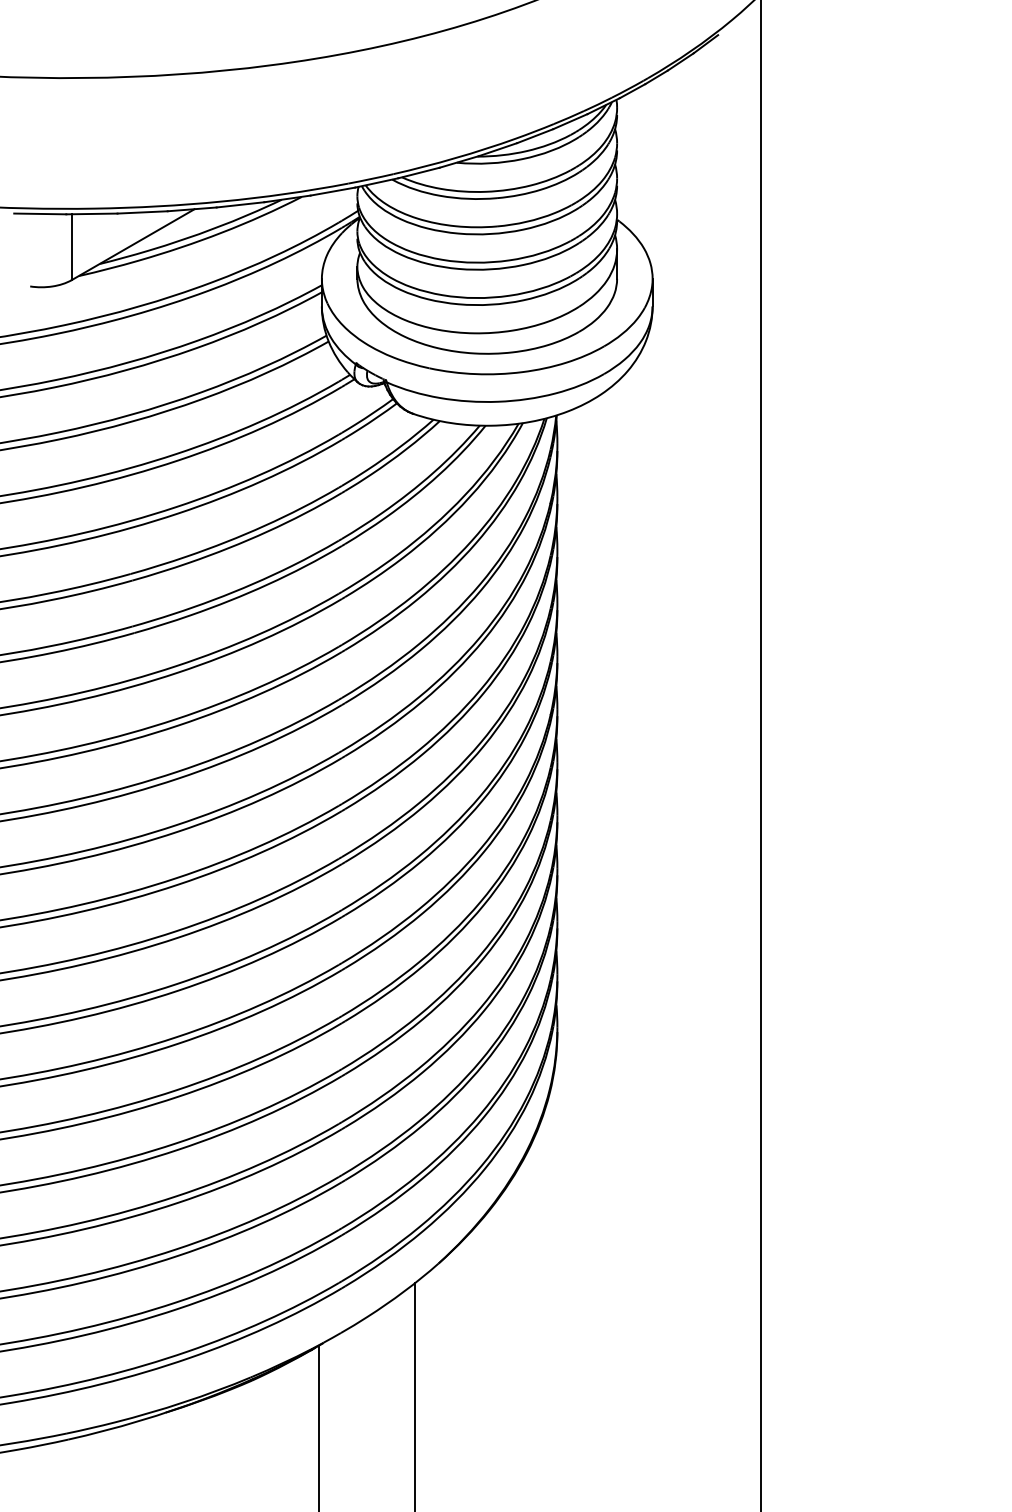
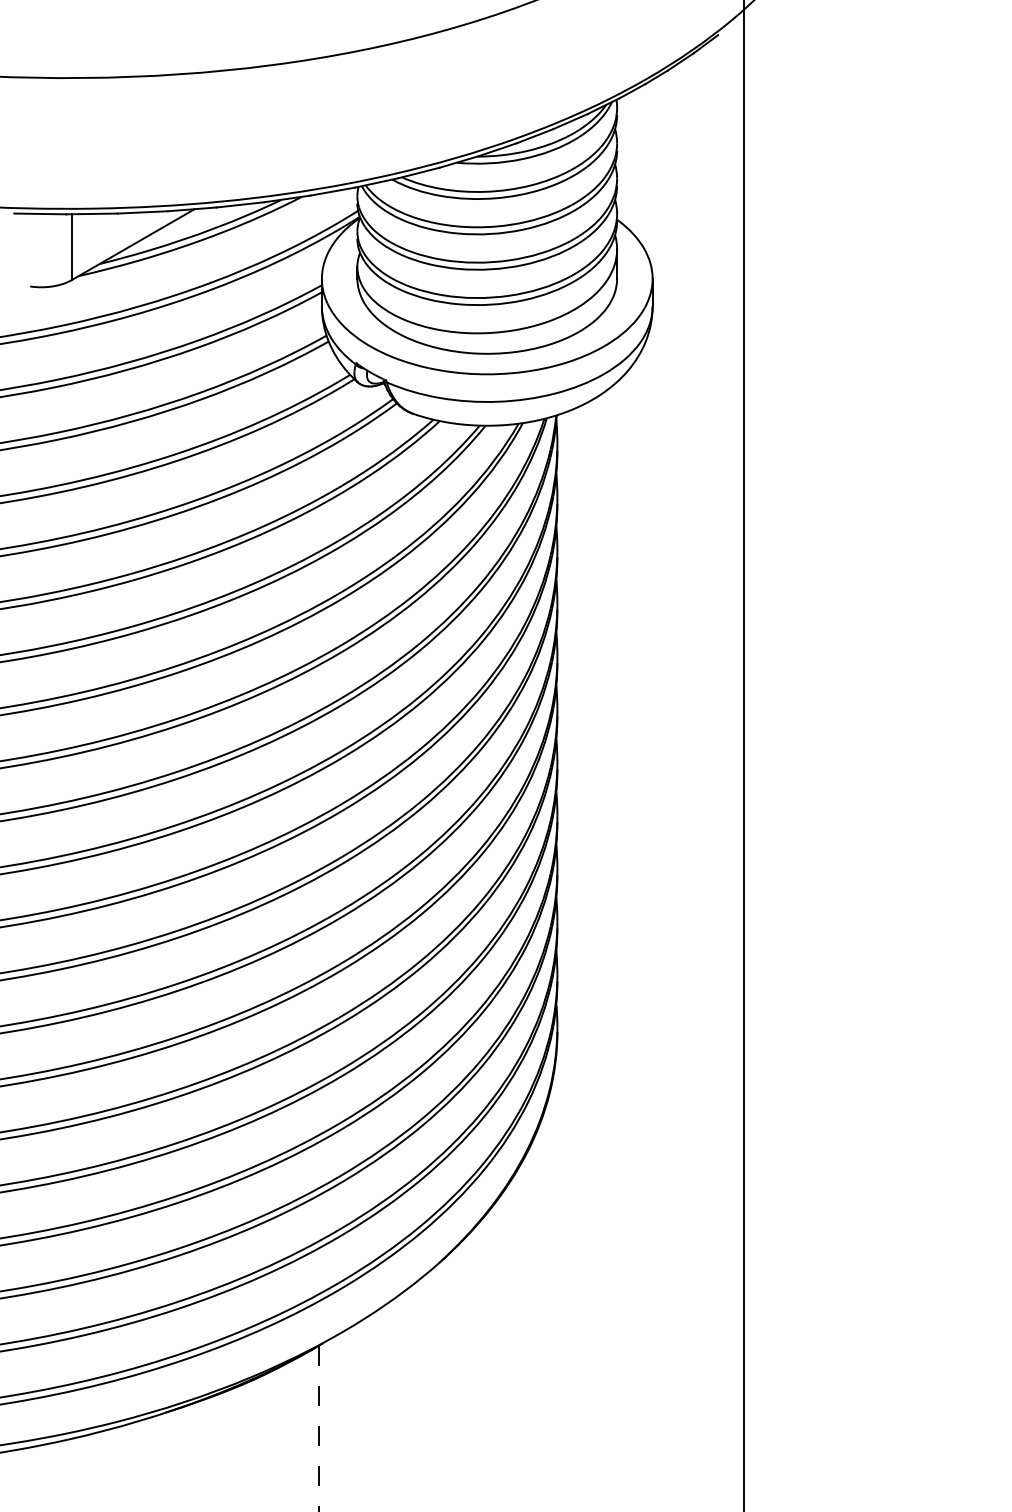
line at (761, 755) position: (761, 755) -> (744, 755)
line at (414, 1395): present -> none
line at (319, 1428): solid -> dashed
